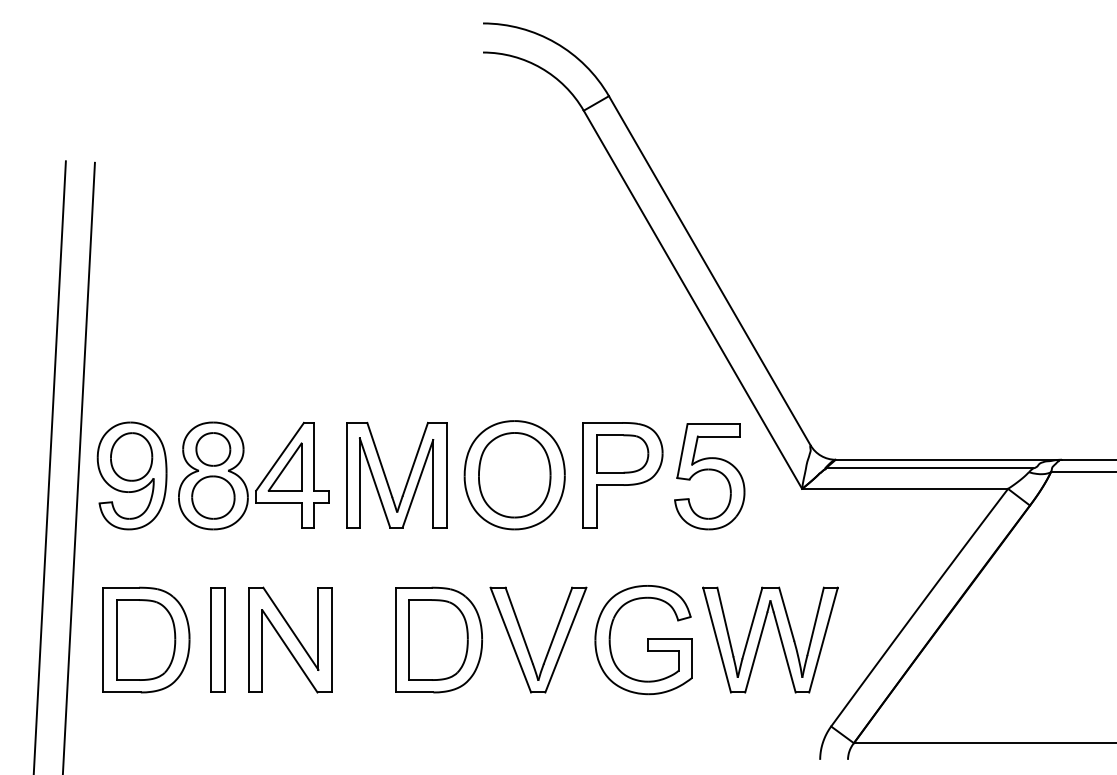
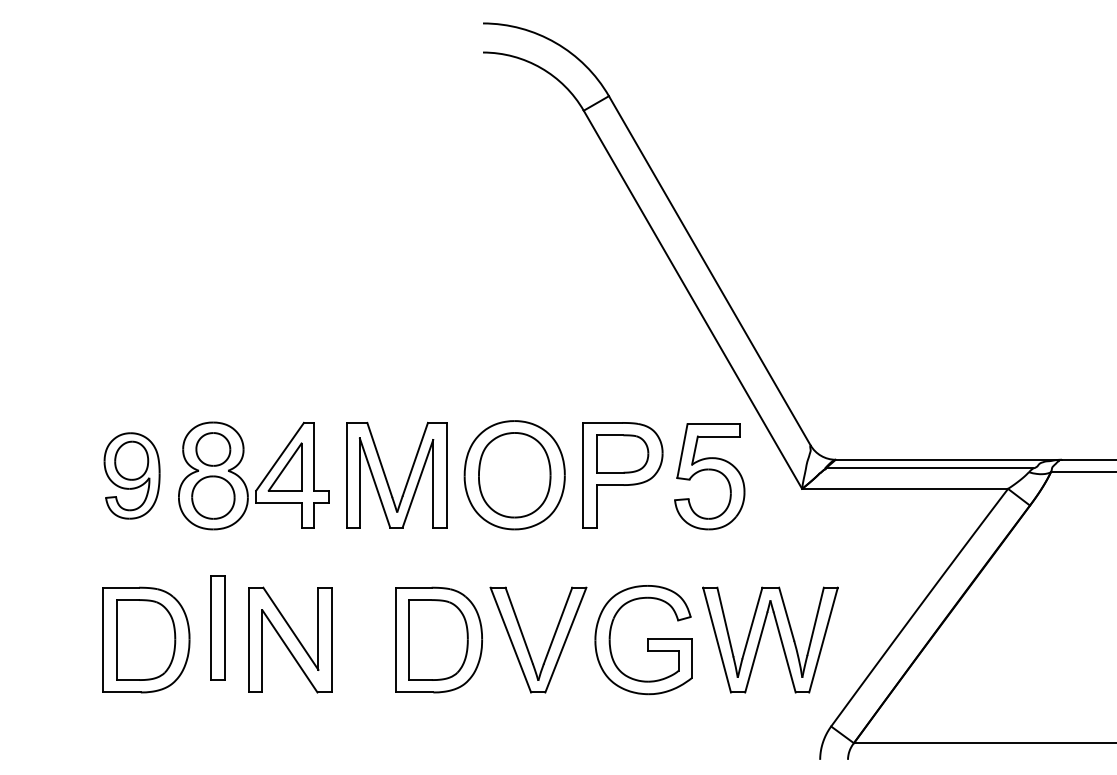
line at (49, 466): present -> none
line at (78, 466): present -> none
part at (131, 475) size: 72x110 px -> 58x88 px
part at (217, 639) position: (217, 639) -> (217, 627)
